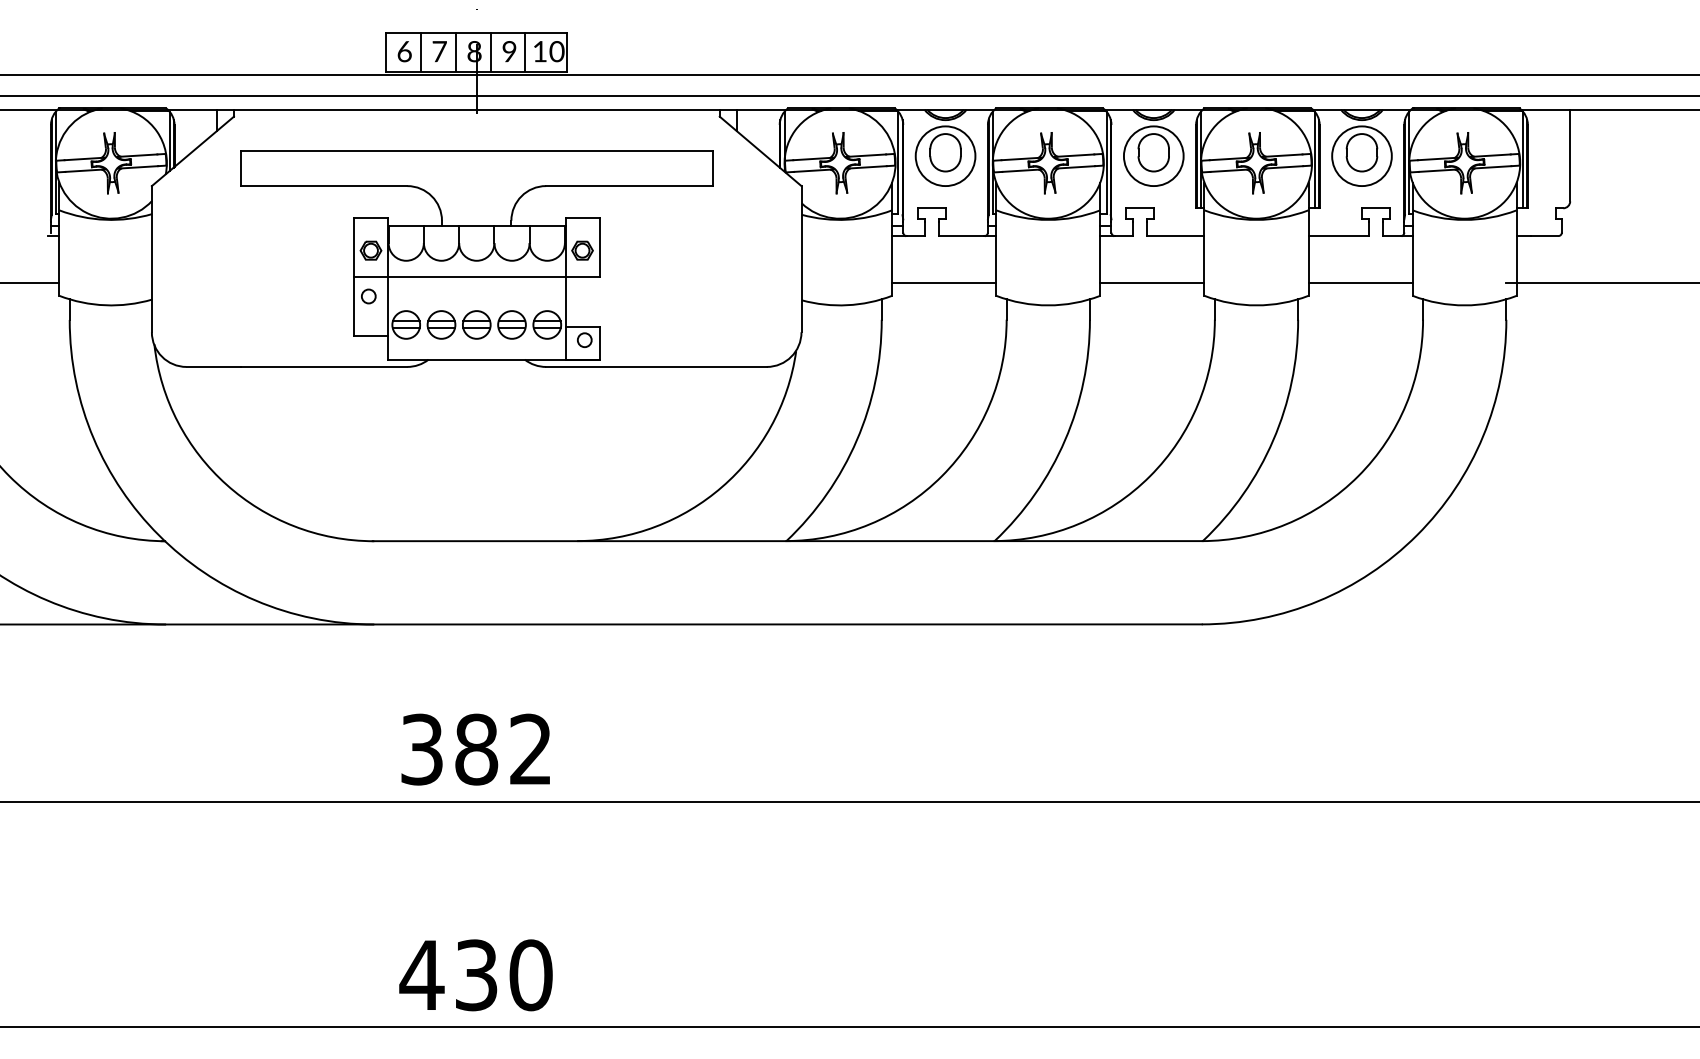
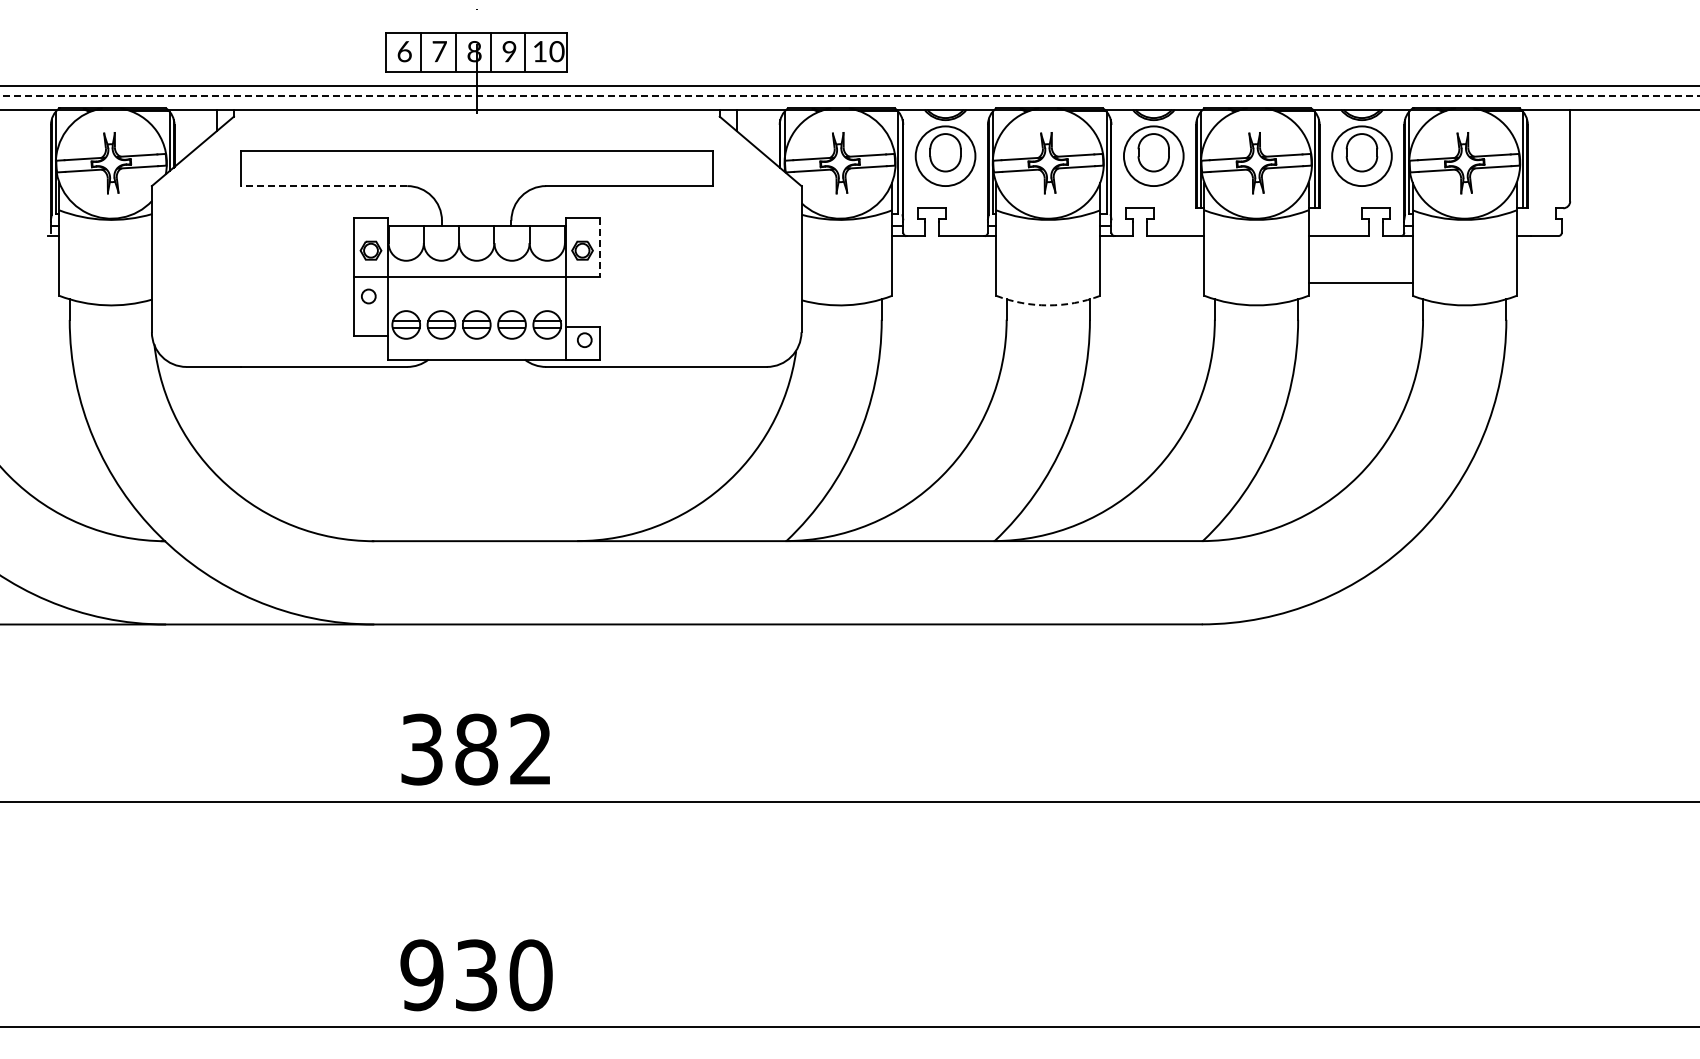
line at (849, 75) position: (849, 75) -> (849, 86)
line at (850, 95): solid -> dashed
line at (323, 186): solid -> dashed
line at (599, 248): solid -> dashed
line at (30, 283): present -> none
line at (944, 283): present -> none
line at (1152, 283): present -> none
line at (1601, 283): present -> none
arc at (1048, 305): solid -> dashed
text at (421, 975): 430 -> 930
